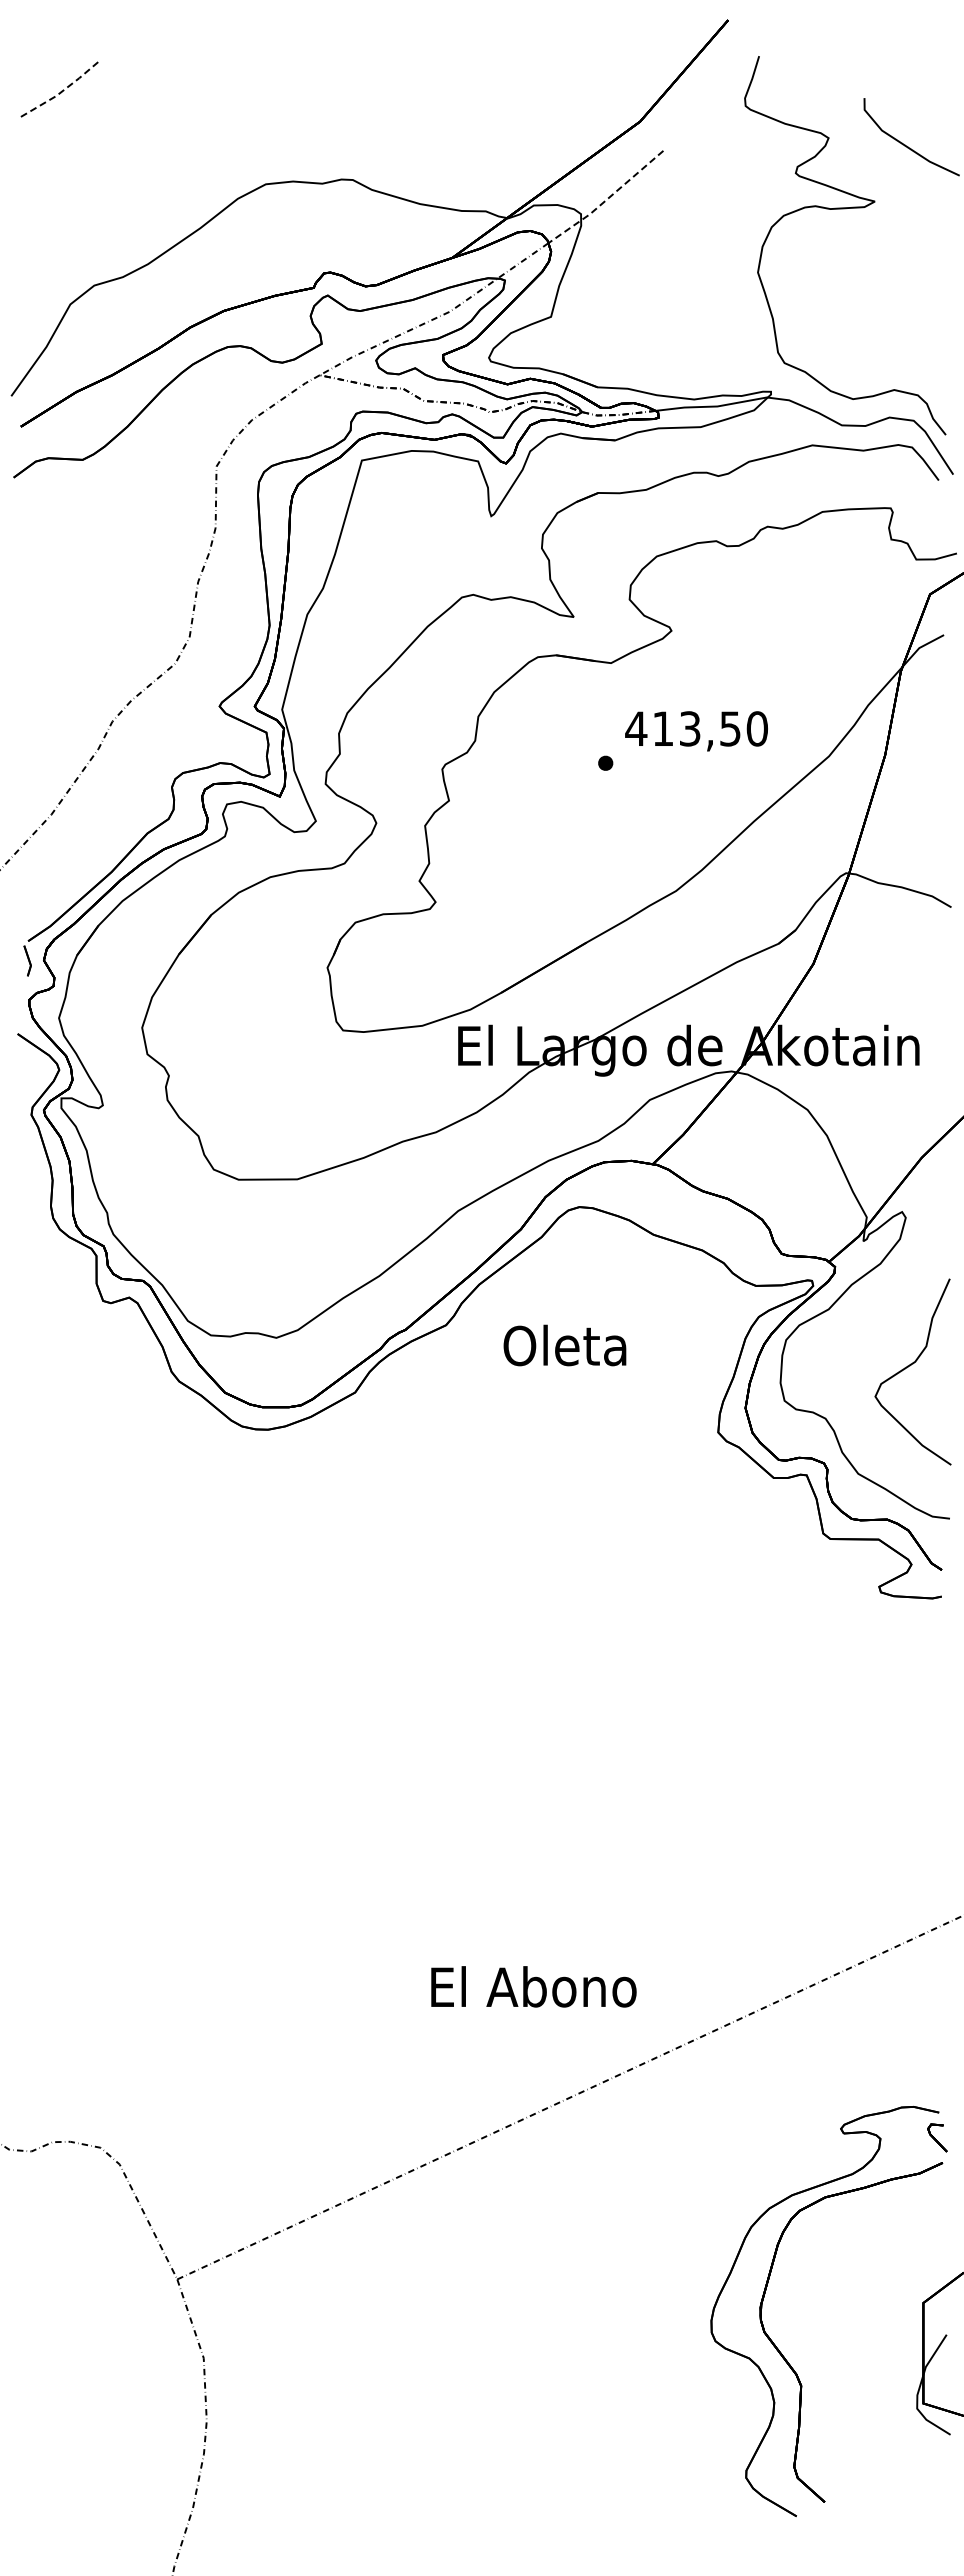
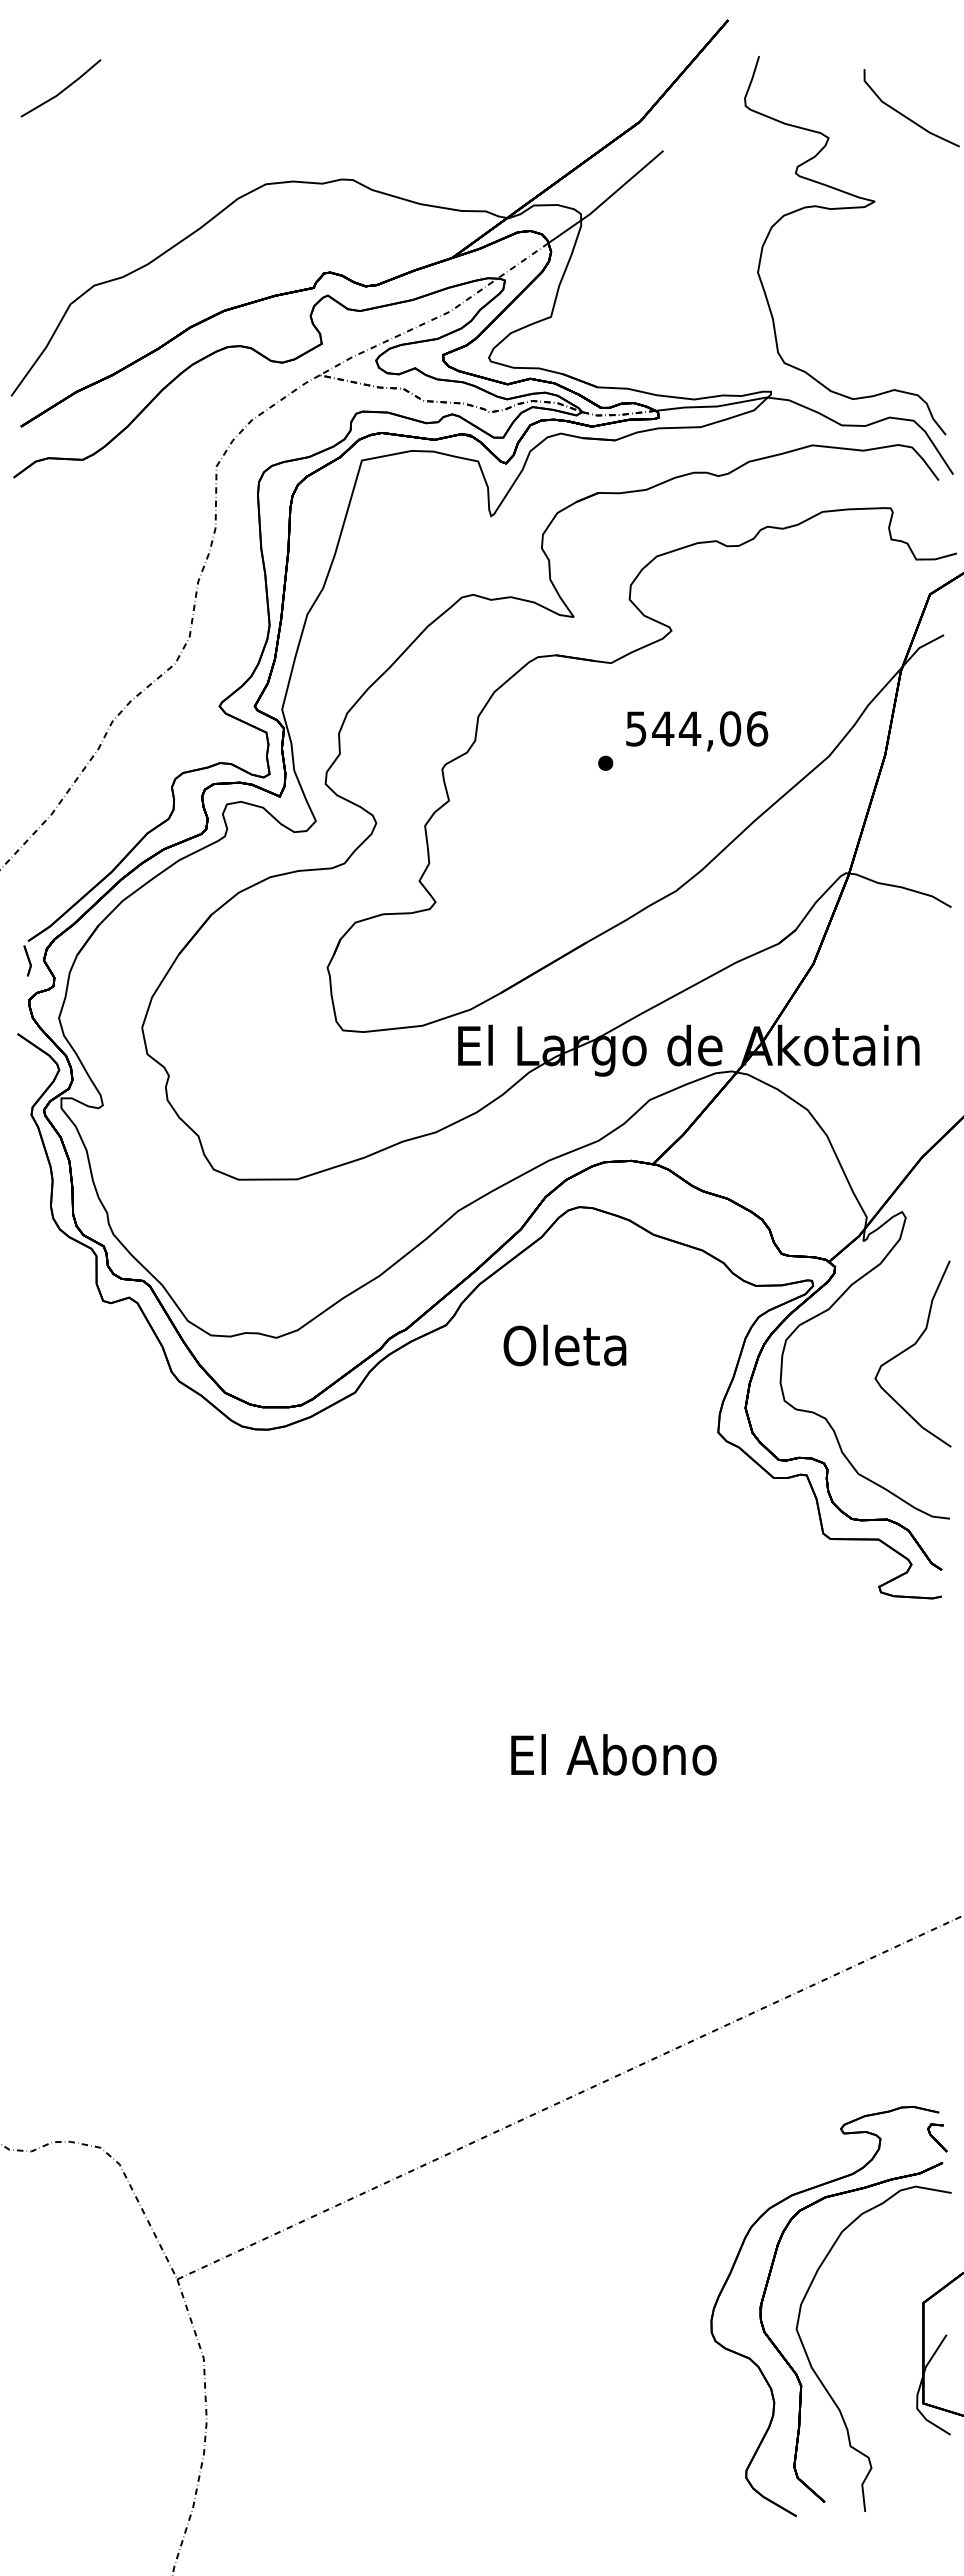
line at (63, 90): dashed -> solid
line at (905, 144) position: (905, 144) -> (905, 115)
line at (607, 199): dashed -> solid
text at (696, 728): 413,50 -> 544,06
curve at (910, 1366) position: (910, 1366) -> (910, 1348)
text at (533, 1986) position: (533, 1986) -> (613, 1754)
curve at (823, 2383): none -> present
